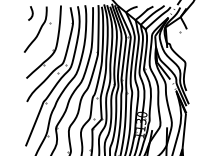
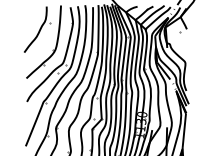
curve at (31, 13): present -> none
